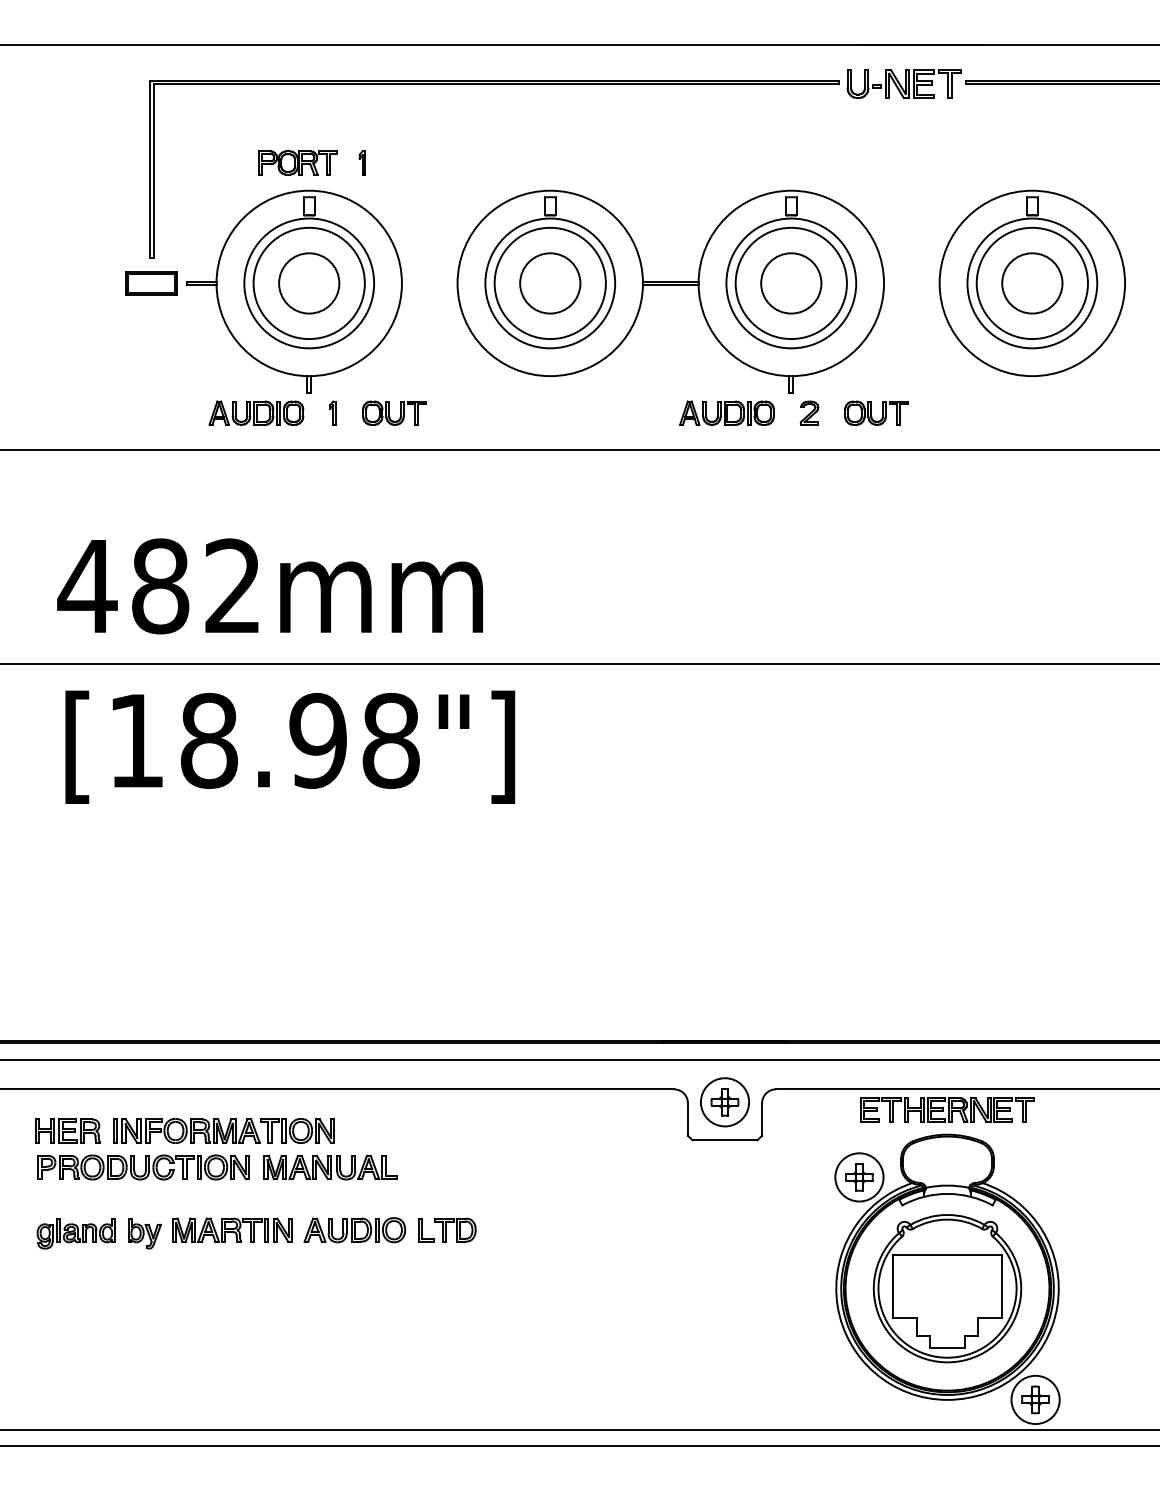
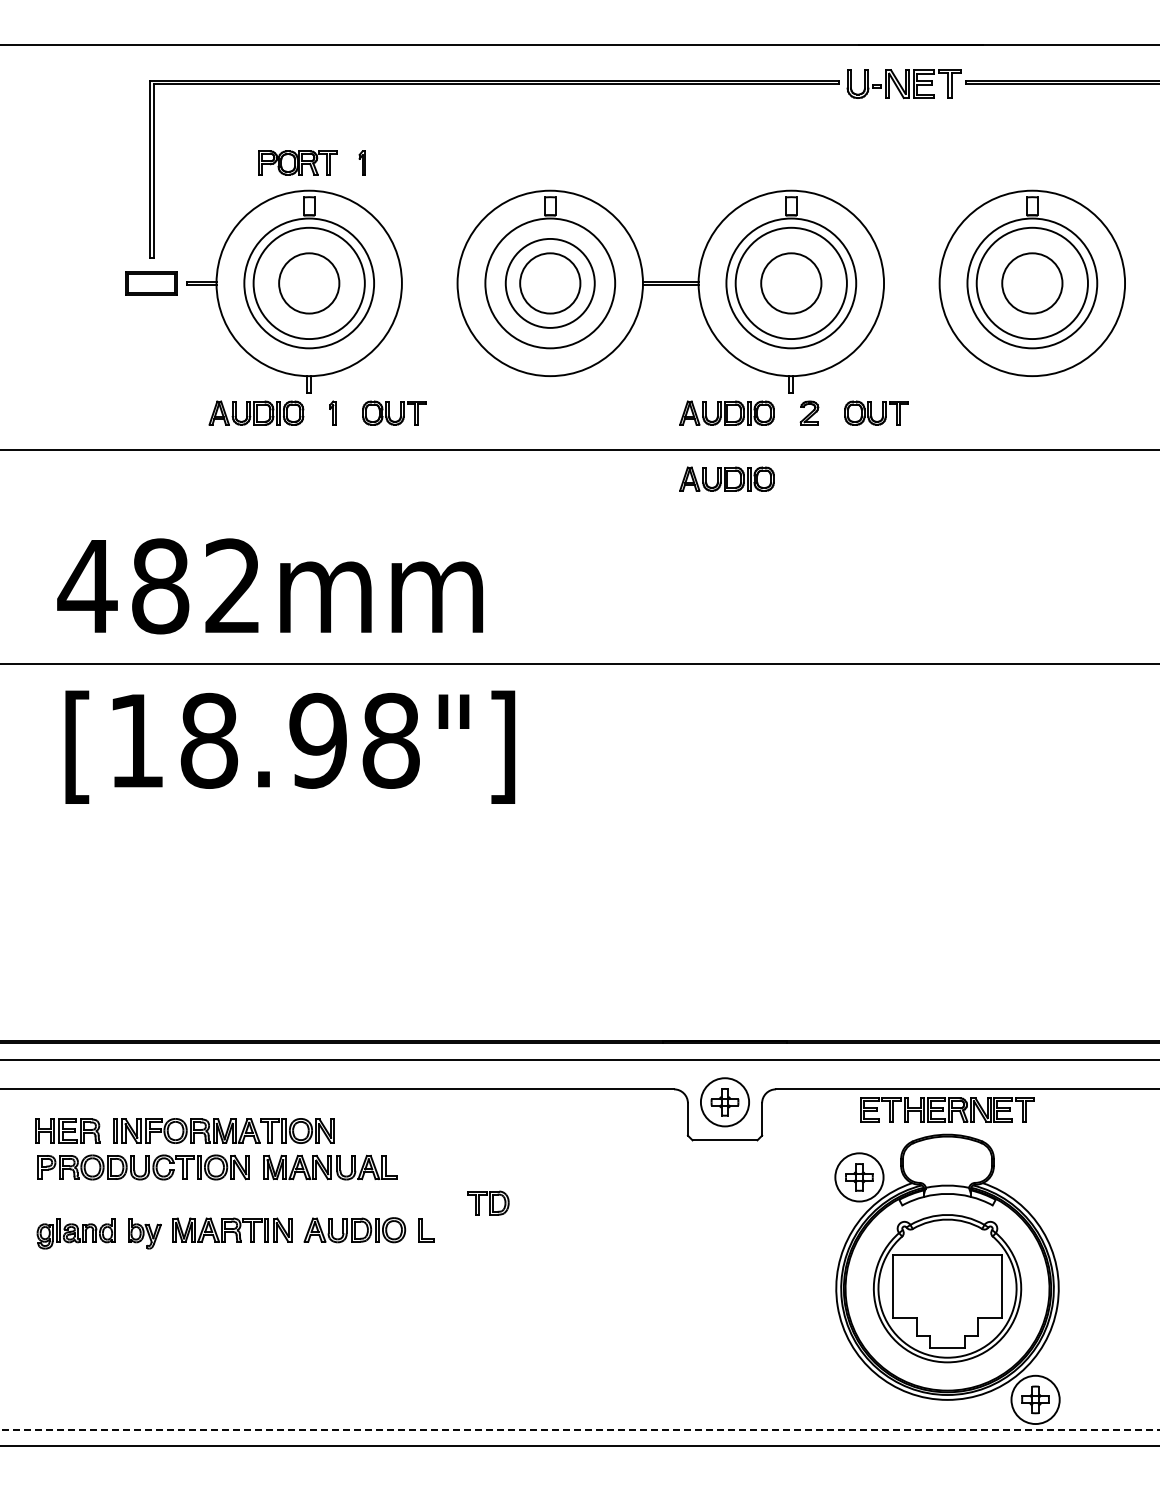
circle at (549, 283) diameter: 111 px -> 89 px
part at (726, 478): none -> present
part at (455, 1229) position: (455, 1229) -> (488, 1202)
line at (579, 1429): solid -> dashed
